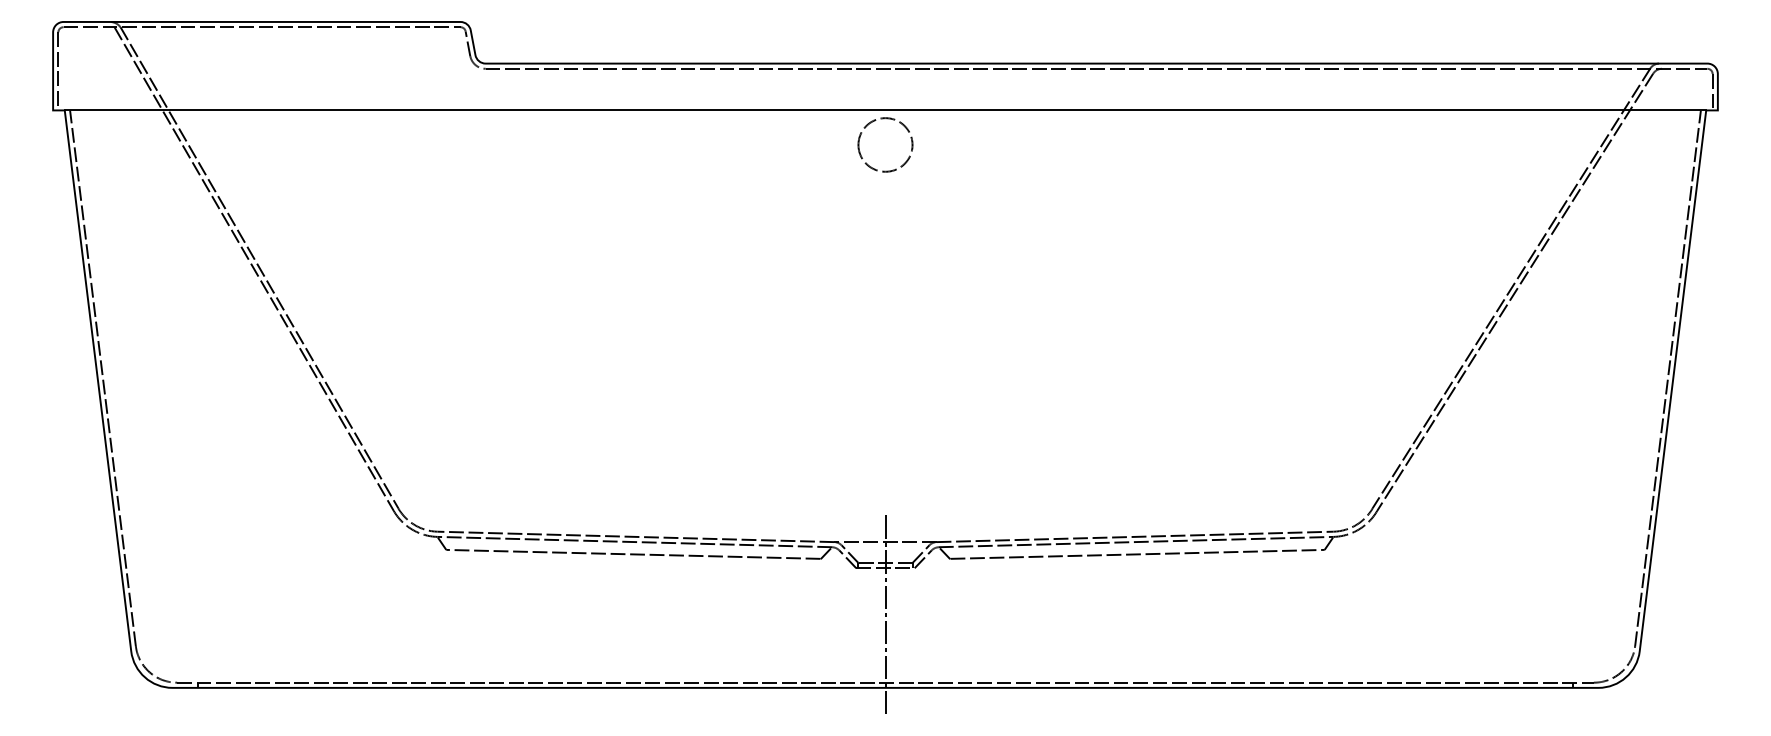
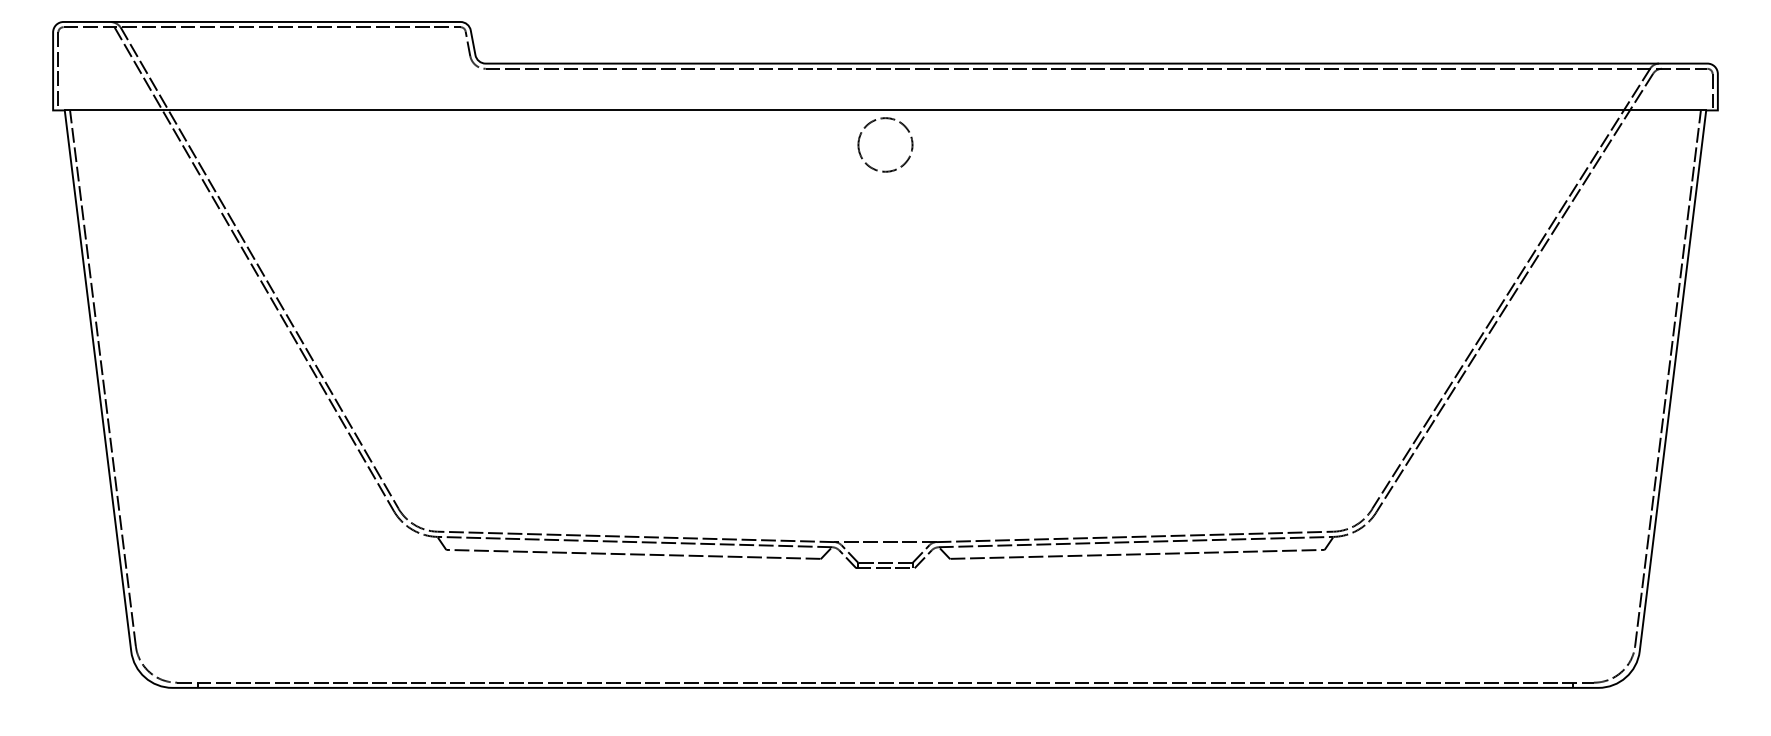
line at (885, 614): present -> none
